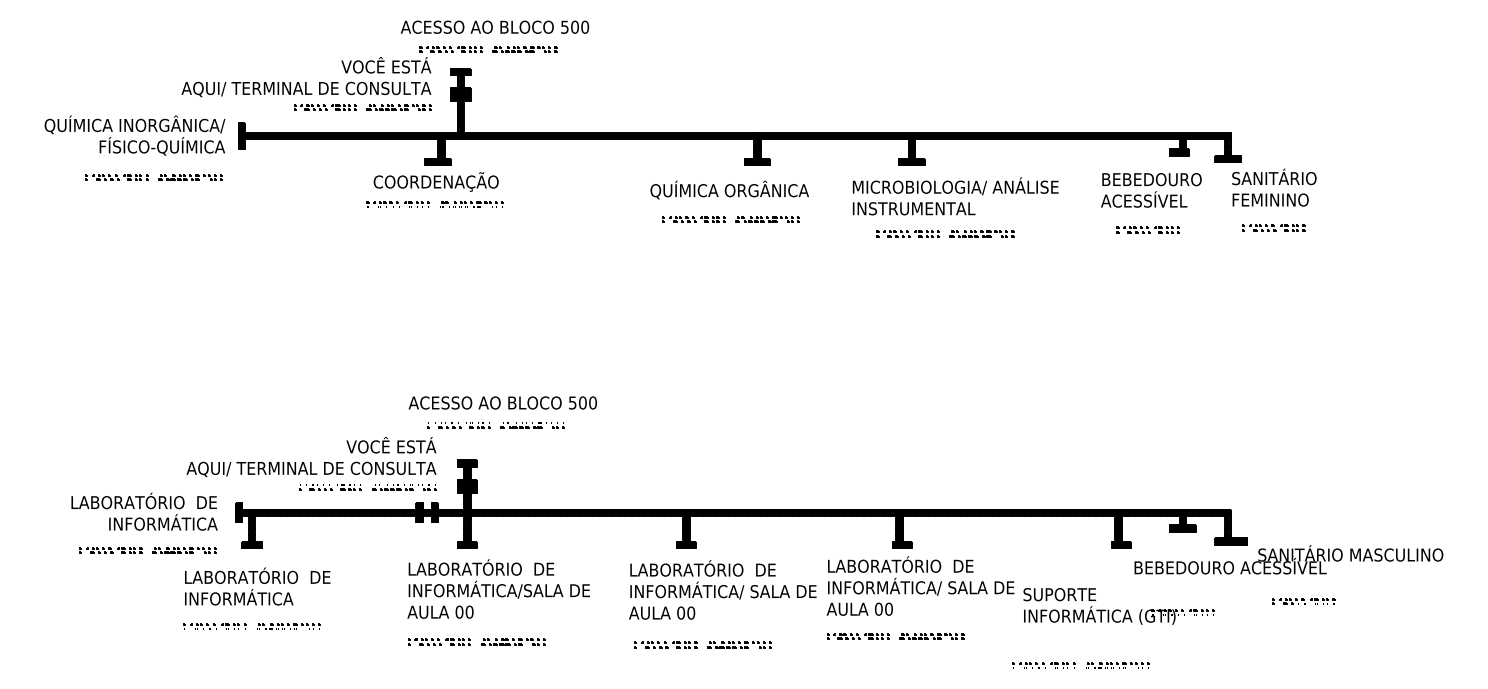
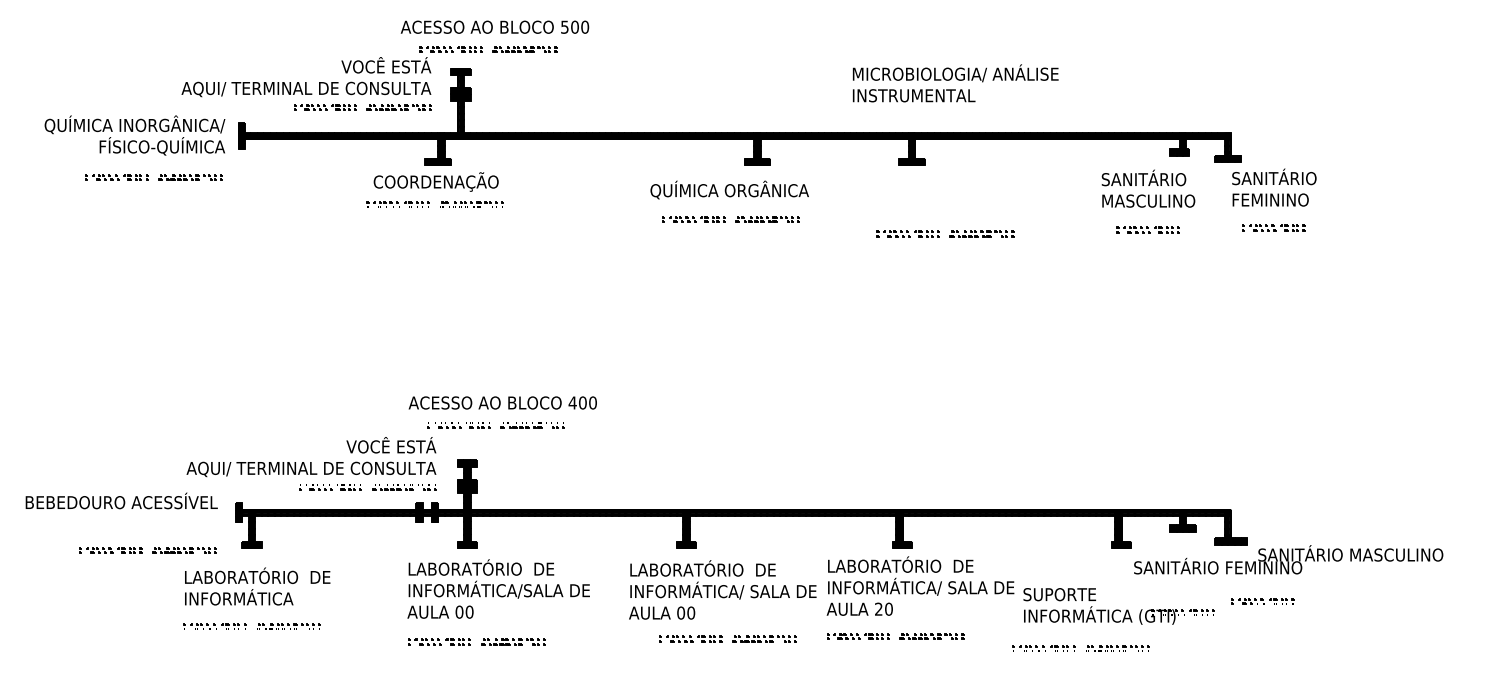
text at (1151, 188): BEBEDOURO ACESSÍVEL -> SANITÁRIO MASCULINO
text at (955, 196) position: (955, 196) -> (955, 83)
text at (572, 402): 500 -> 400
text at (121, 511): LABORATÓRIO  DE INFORMÁTICA -> BEBEDOURO ACESSÍVEL
text at (1230, 565): BEBEDOURO ACESSÍVEL -> SANITÁRIO FEMININO
part at (1303, 601) position: (1303, 601) -> (1262, 601)
text at (878, 608): 00 -> 20
part at (702, 644) position: (702, 644) -> (727, 638)
part at (1080, 665) position: (1080, 665) -> (1080, 648)
